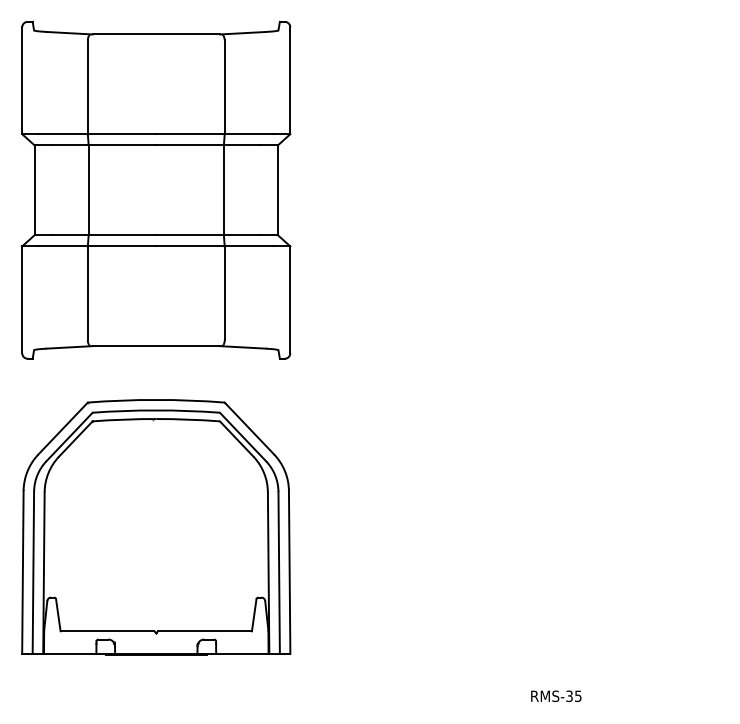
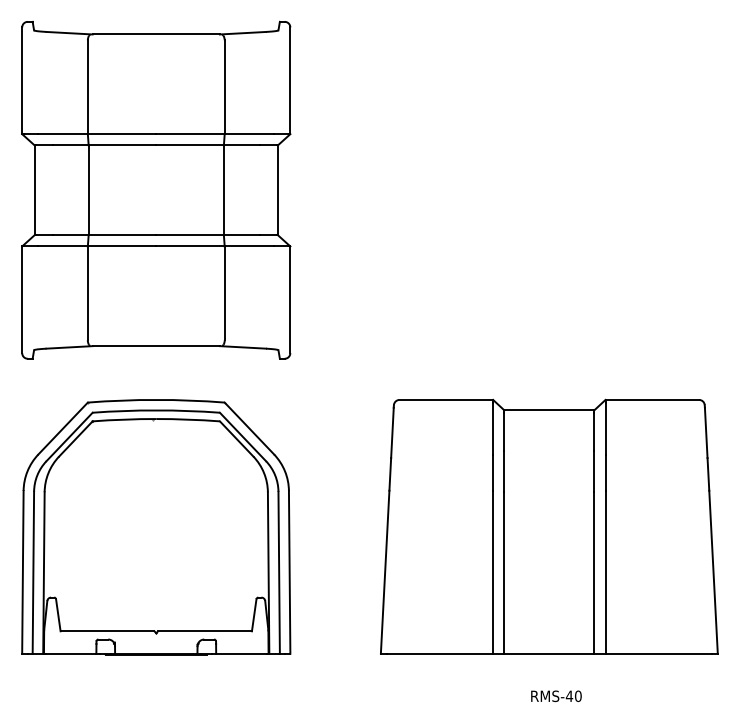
part at (549, 526): none -> present
text at (573, 696): RMS-35 -> RMS-40
